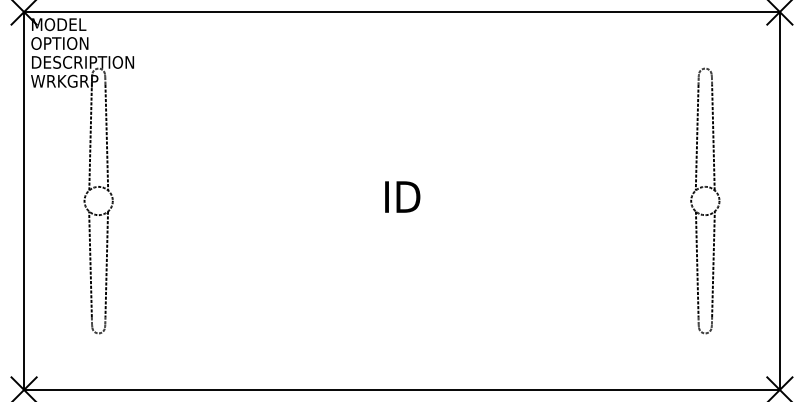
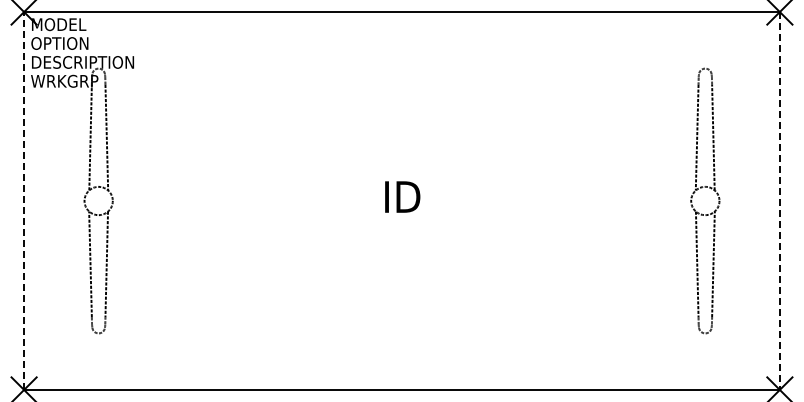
line at (24, 201): solid -> dashed
line at (779, 201): solid -> dashed
